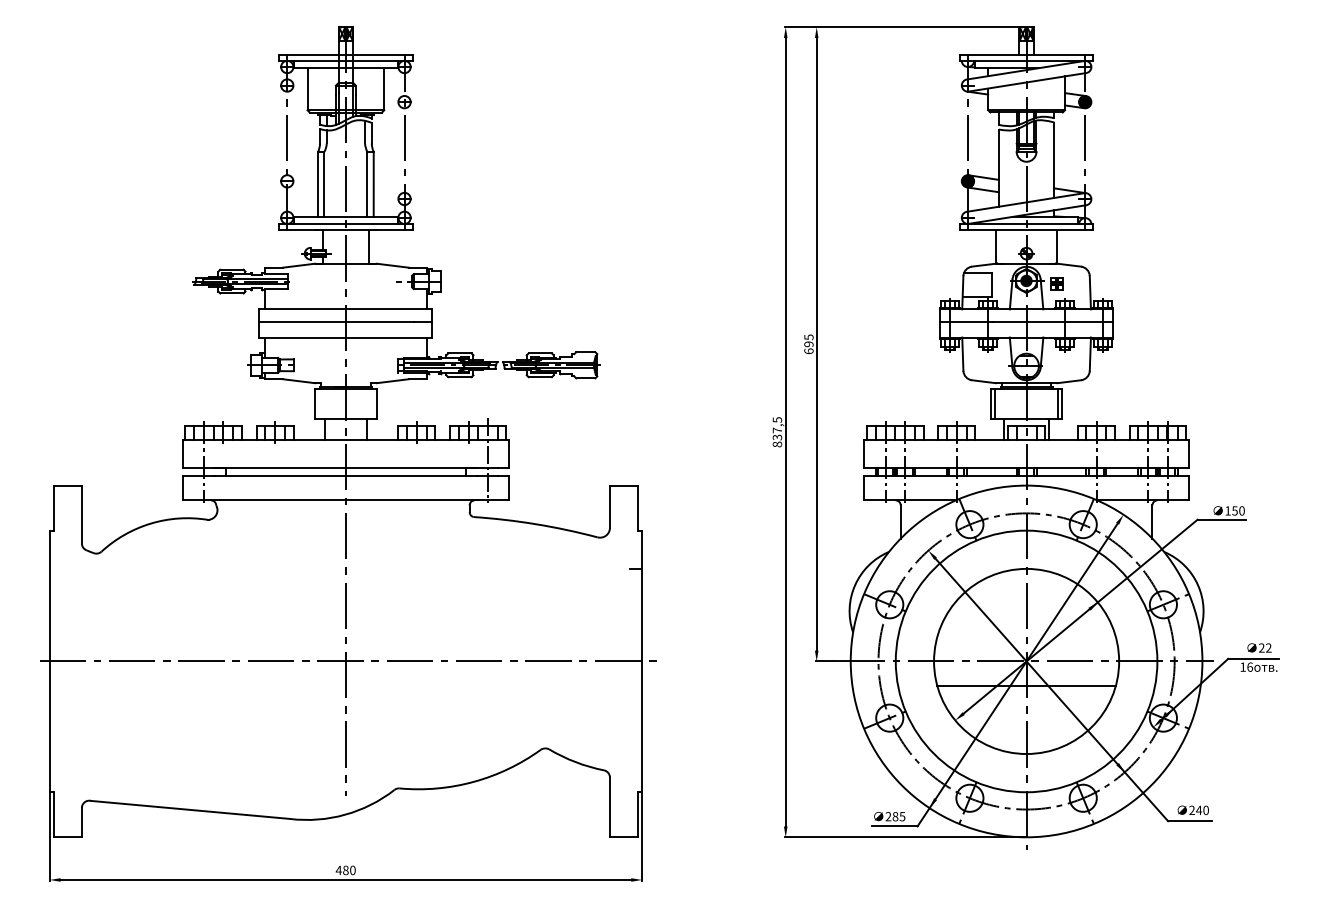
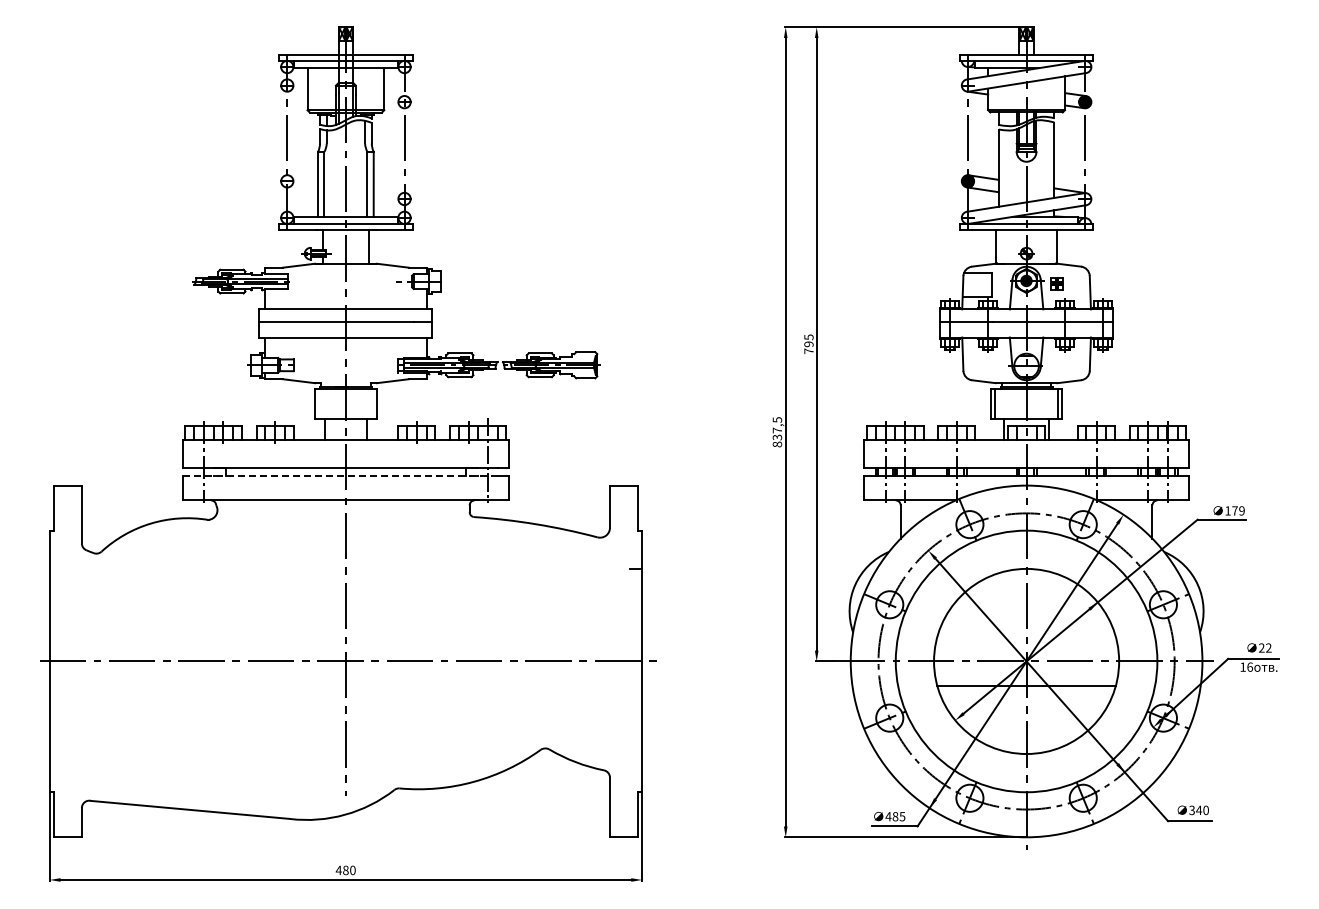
text at (808, 351): 695 -> 795
line at (339, 475): solid -> dashed
text at (1238, 510): 150 -> 179
text at (1191, 811): 240 -> 340
text at (888, 816): 285 -> 485
